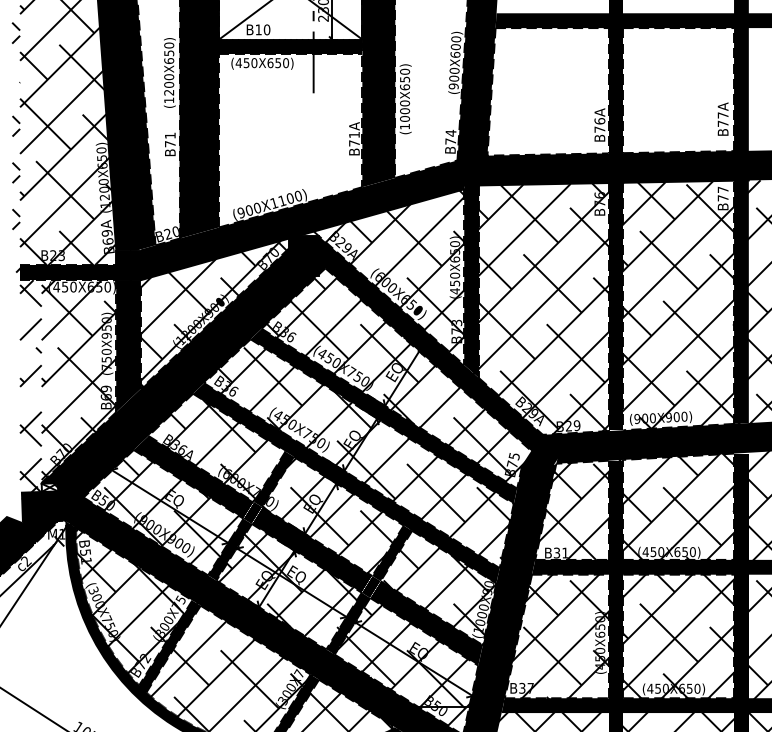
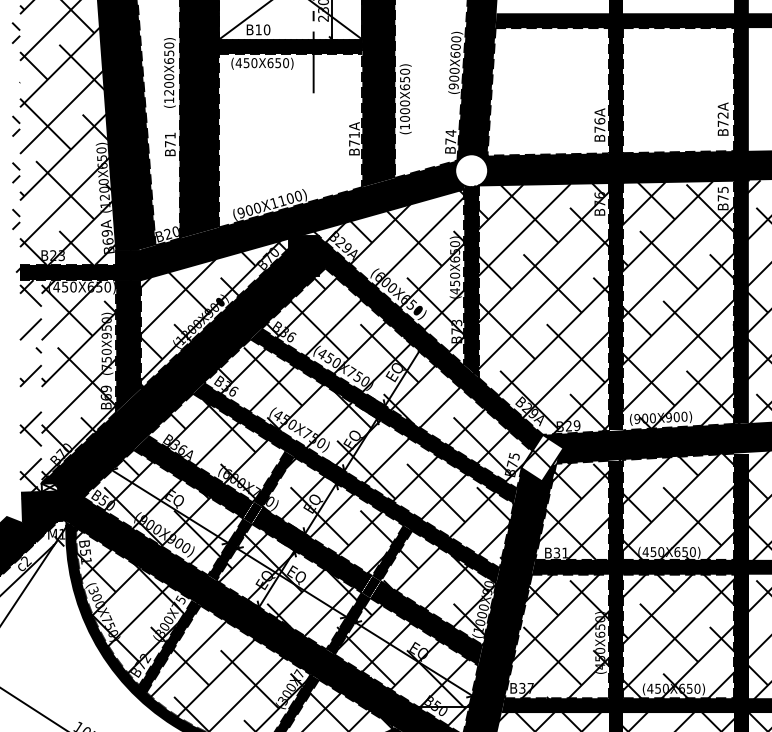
text at (722, 115): B77A -> B72A
fill at (471, 170): present -> none
text at (723, 189): B77 -> B75
fill at (542, 457): present -> none
